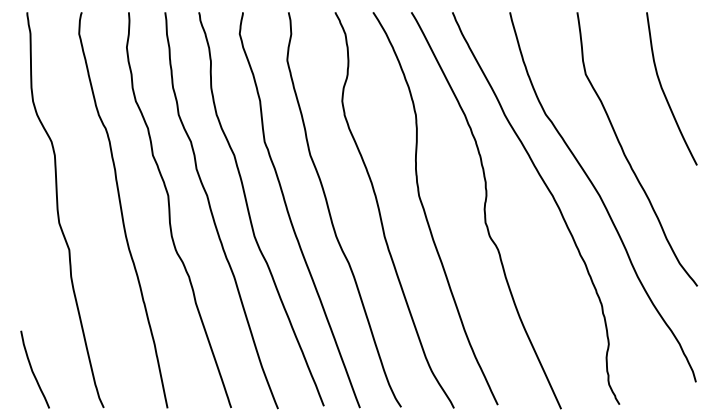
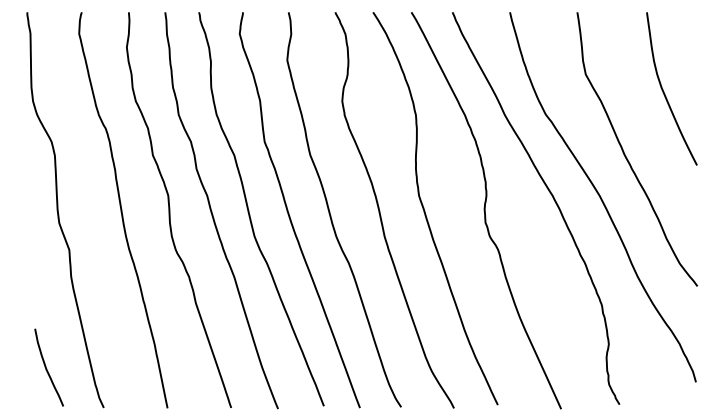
curve at (32, 369) position: (32, 369) -> (46, 367)
